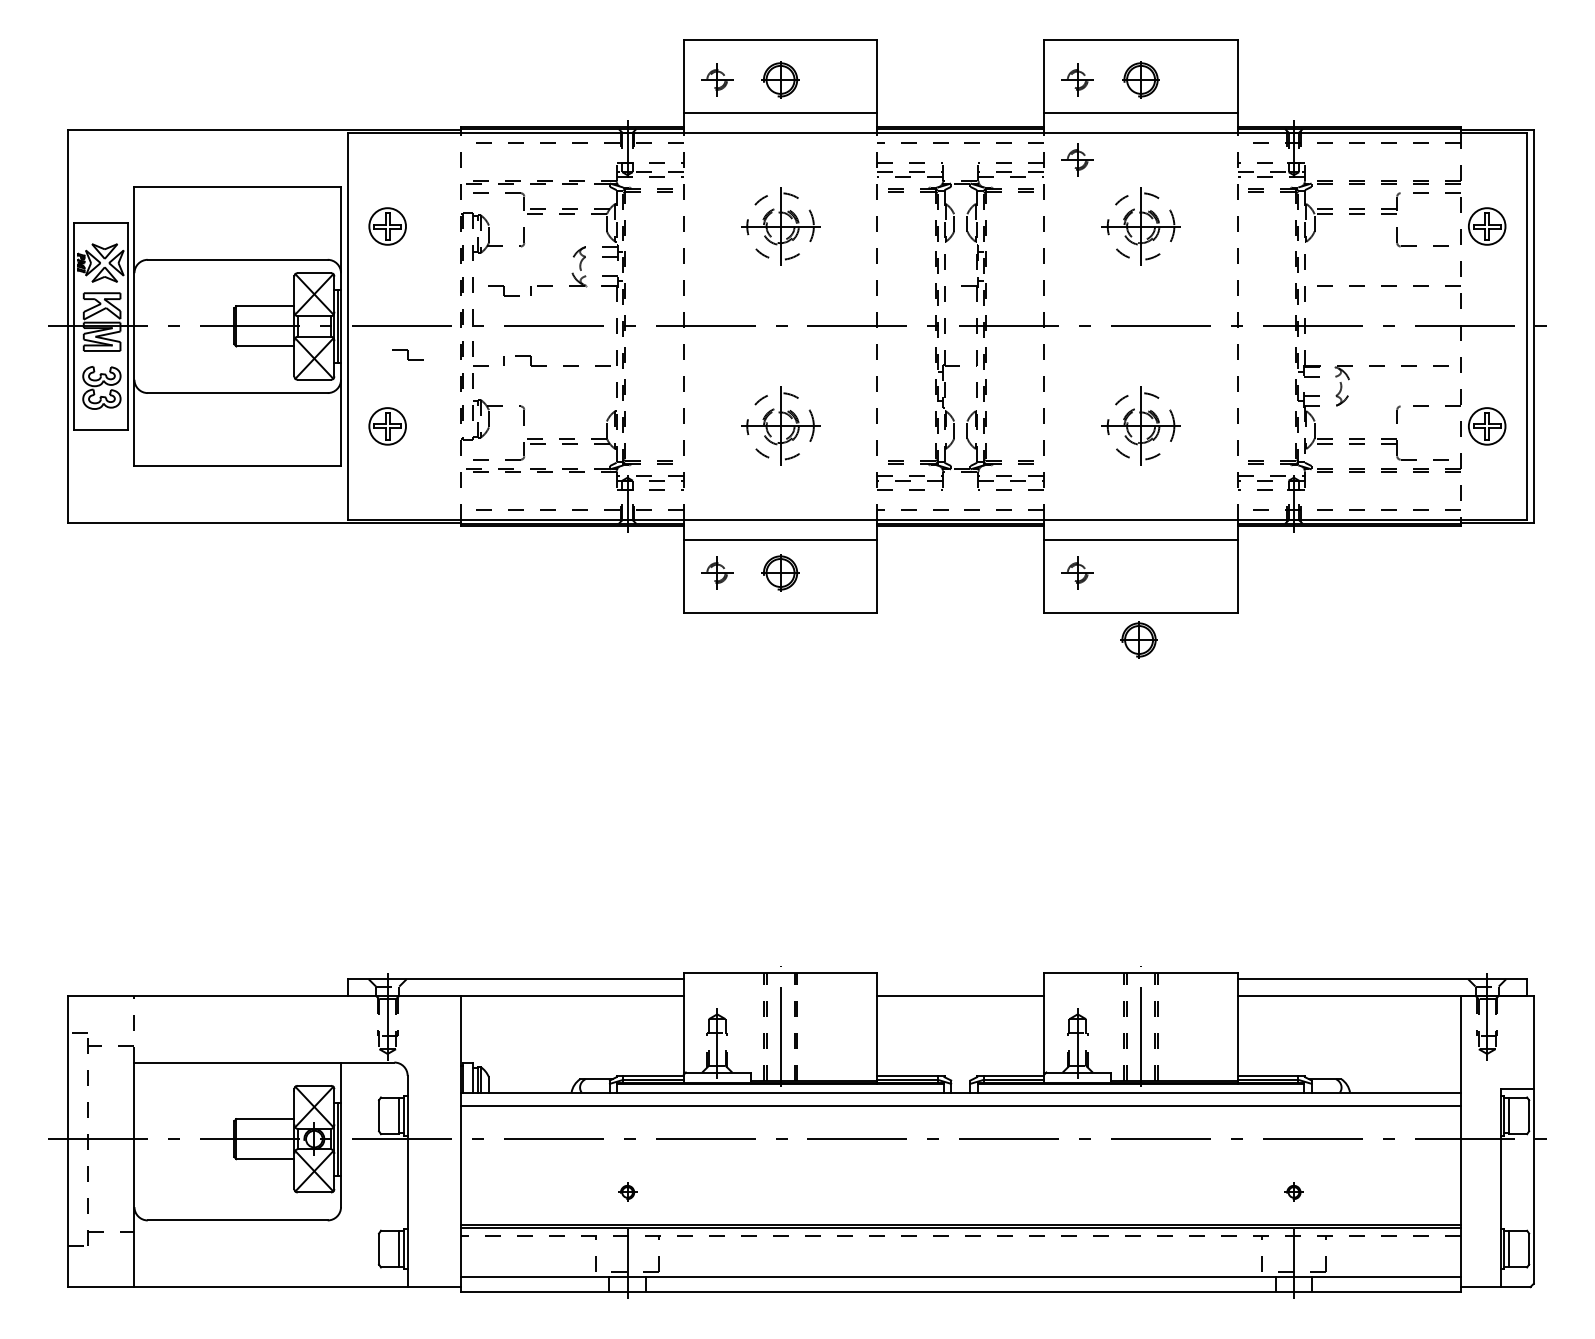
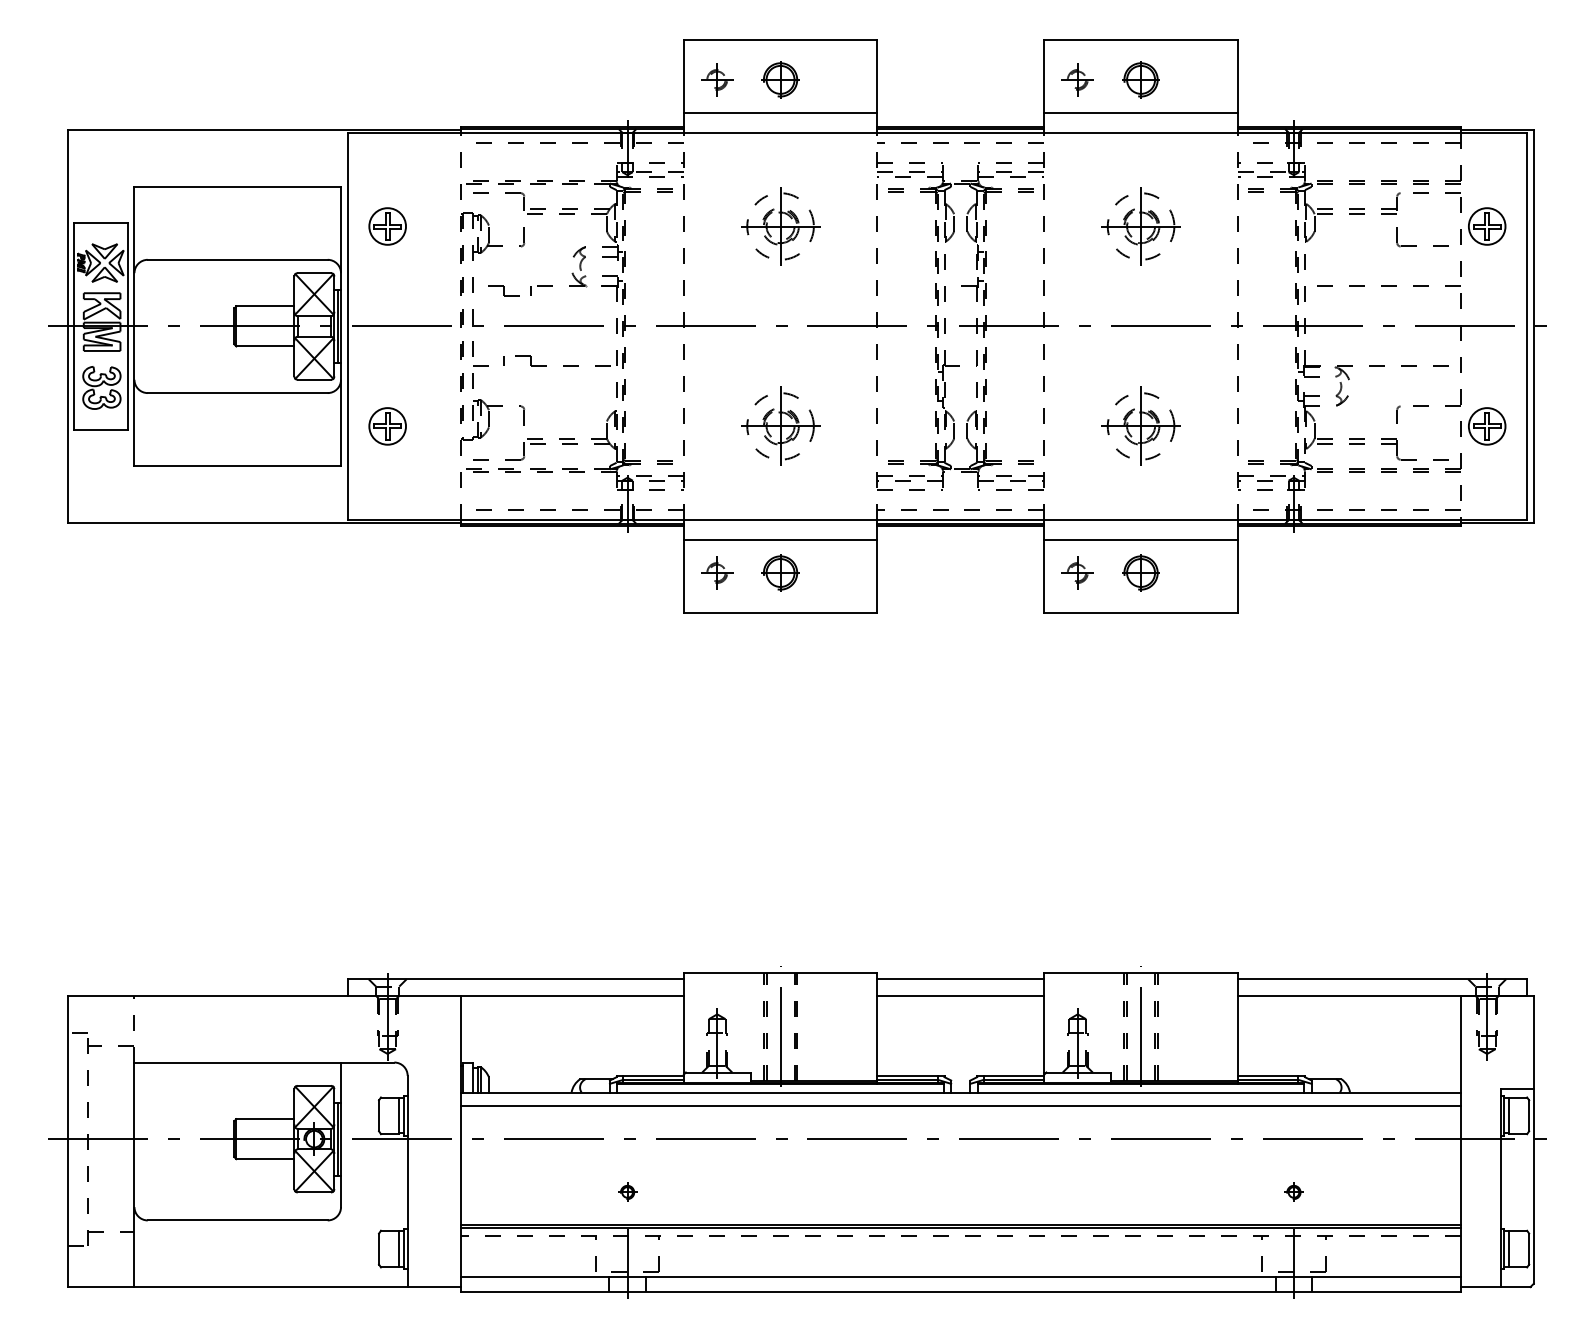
part at (1077, 159): present -> none
part at (407, 354): present -> none
part at (1138, 639) position: (1138, 639) -> (1140, 572)
line at (960, 979): none -> present
